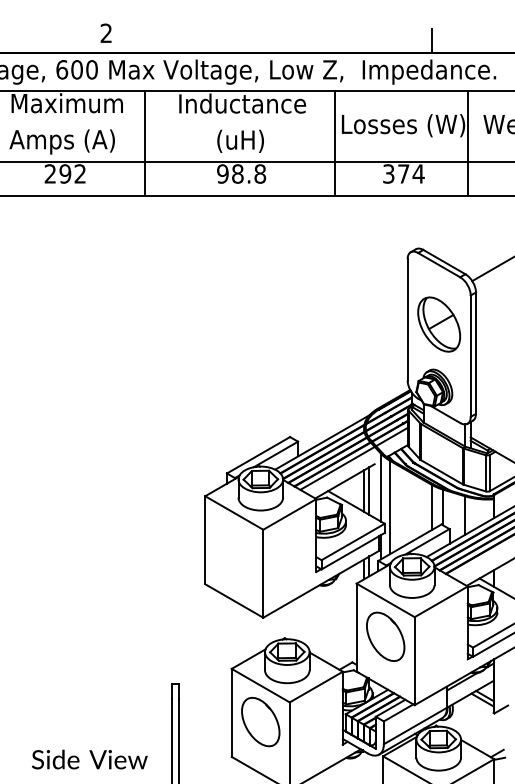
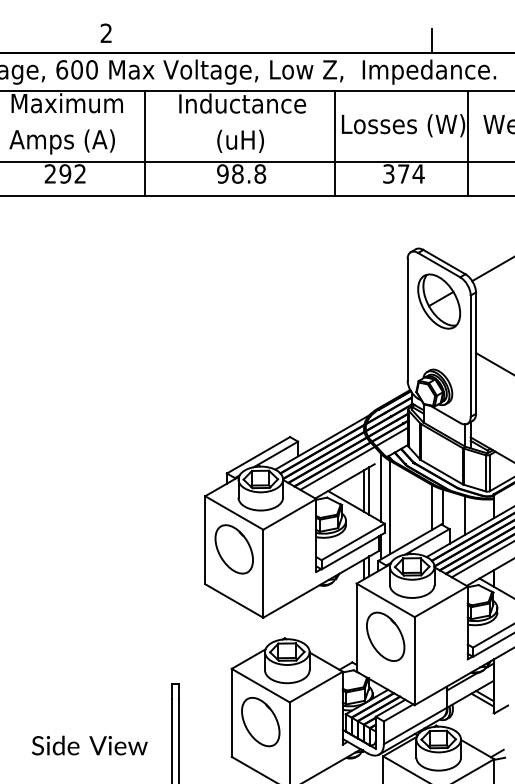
part at (438, 324) position: (438, 324) -> (438, 301)
line at (493, 363): none -> present
part at (233, 549): none -> present
line at (481, 559): none -> present
text at (89, 759) position: (89, 759) -> (89, 745)
